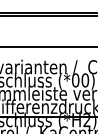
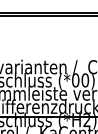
line at (48, 47): present -> none
